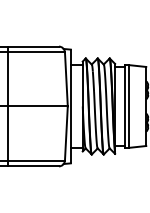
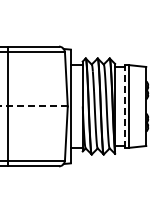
line at (33, 106): solid -> dashed
line at (124, 106): solid -> dashed
